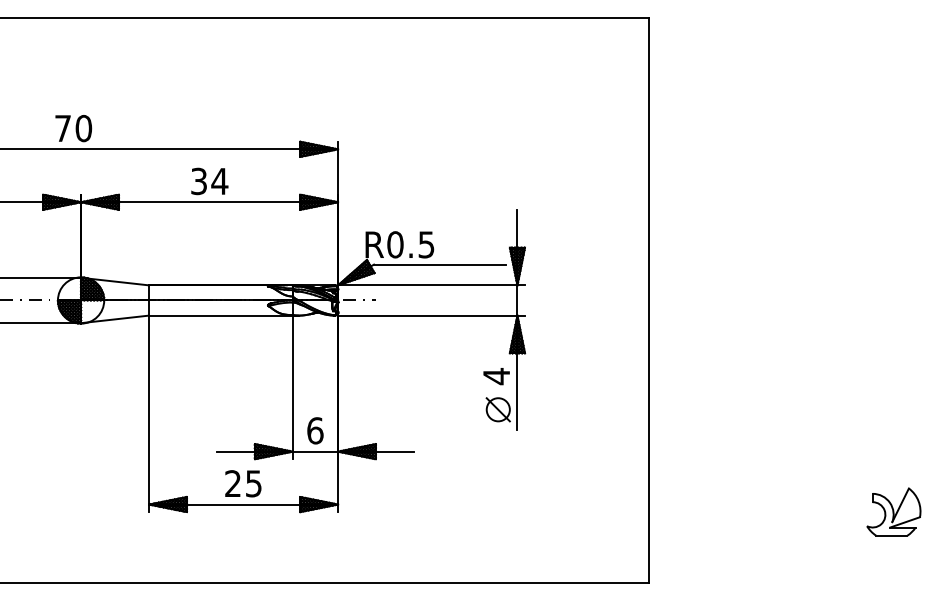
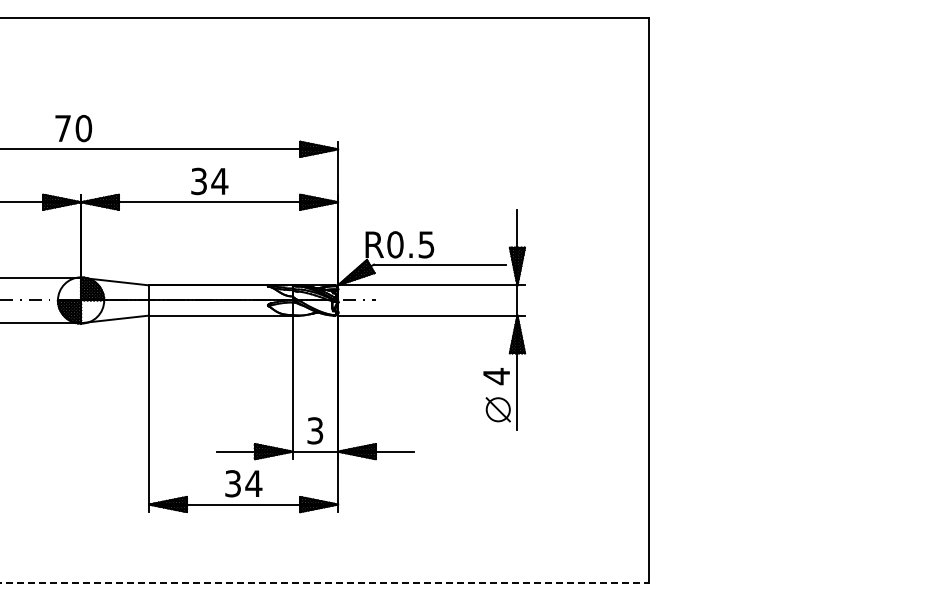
text at (315, 430): 6 -> 3
text at (243, 483): 25 -> 34
part at (893, 511): present -> none
line at (324, 583): solid -> dashed
